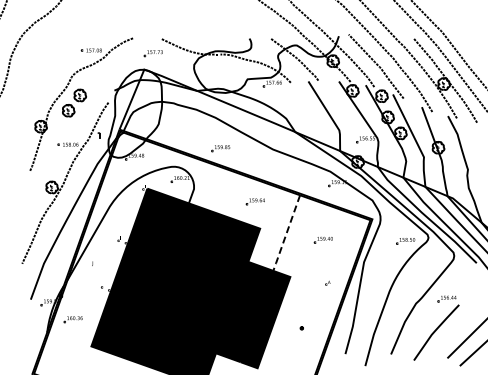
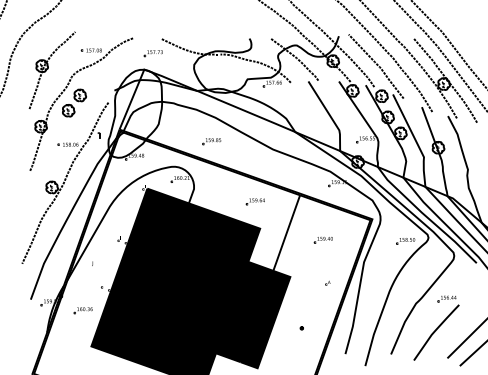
part at (51, 70): none -> present
part at (220, 148) position: (220, 148) -> (211, 141)
line at (286, 234): dashed -> solid
part at (72, 319) position: (72, 319) -> (82, 310)
